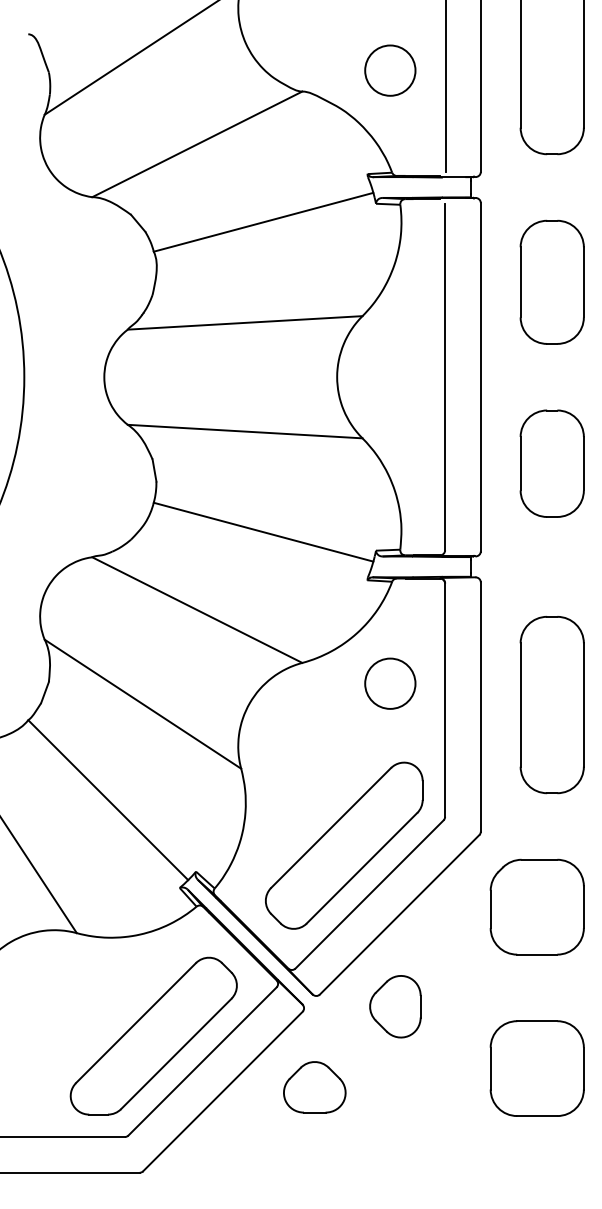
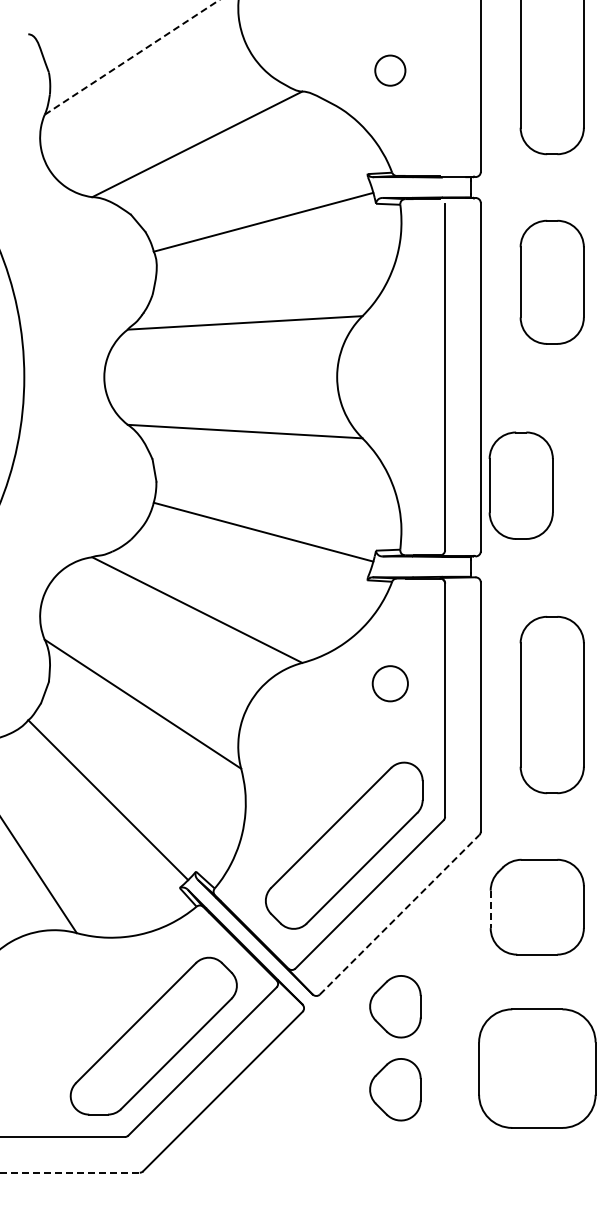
line at (132, 57): solid -> dashed
circle at (390, 70) diameter: 50 px -> 30 px
line at (446, 87): present -> none
part at (551, 463) position: (551, 463) -> (520, 485)
circle at (390, 683) diameter: 50 px -> 35 px
line at (490, 909): solid -> dashed
line at (399, 914): solid -> dashed
part at (536, 1068) size: 96x97 px -> 119x121 px
part at (314, 1087): present -> none
part at (395, 1089): none -> present
line at (69, 1172): solid -> dashed
